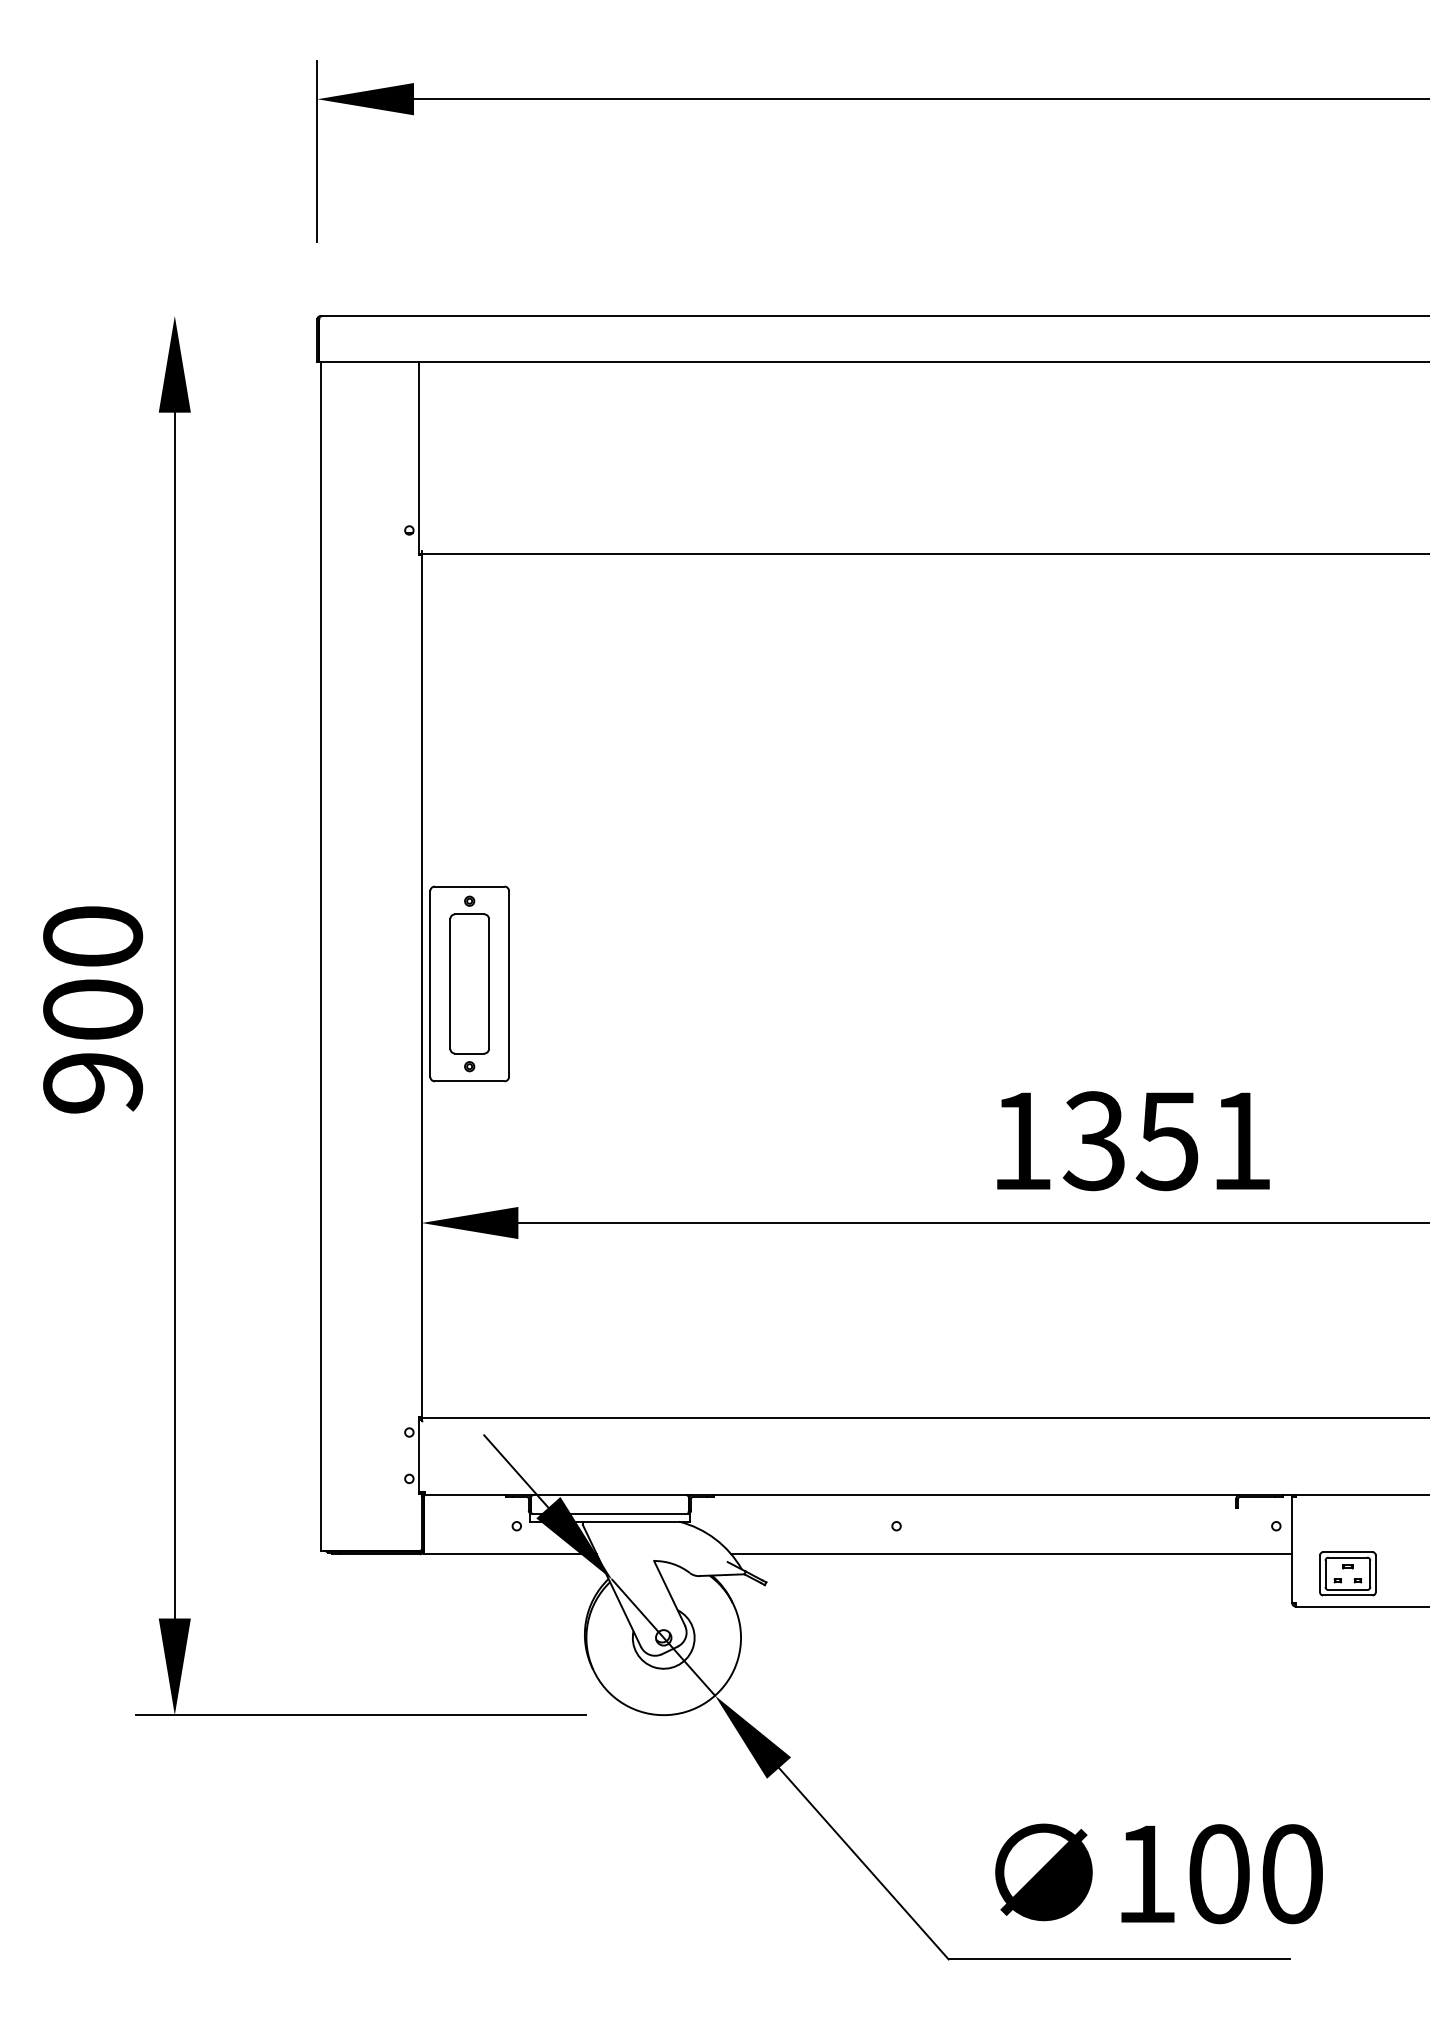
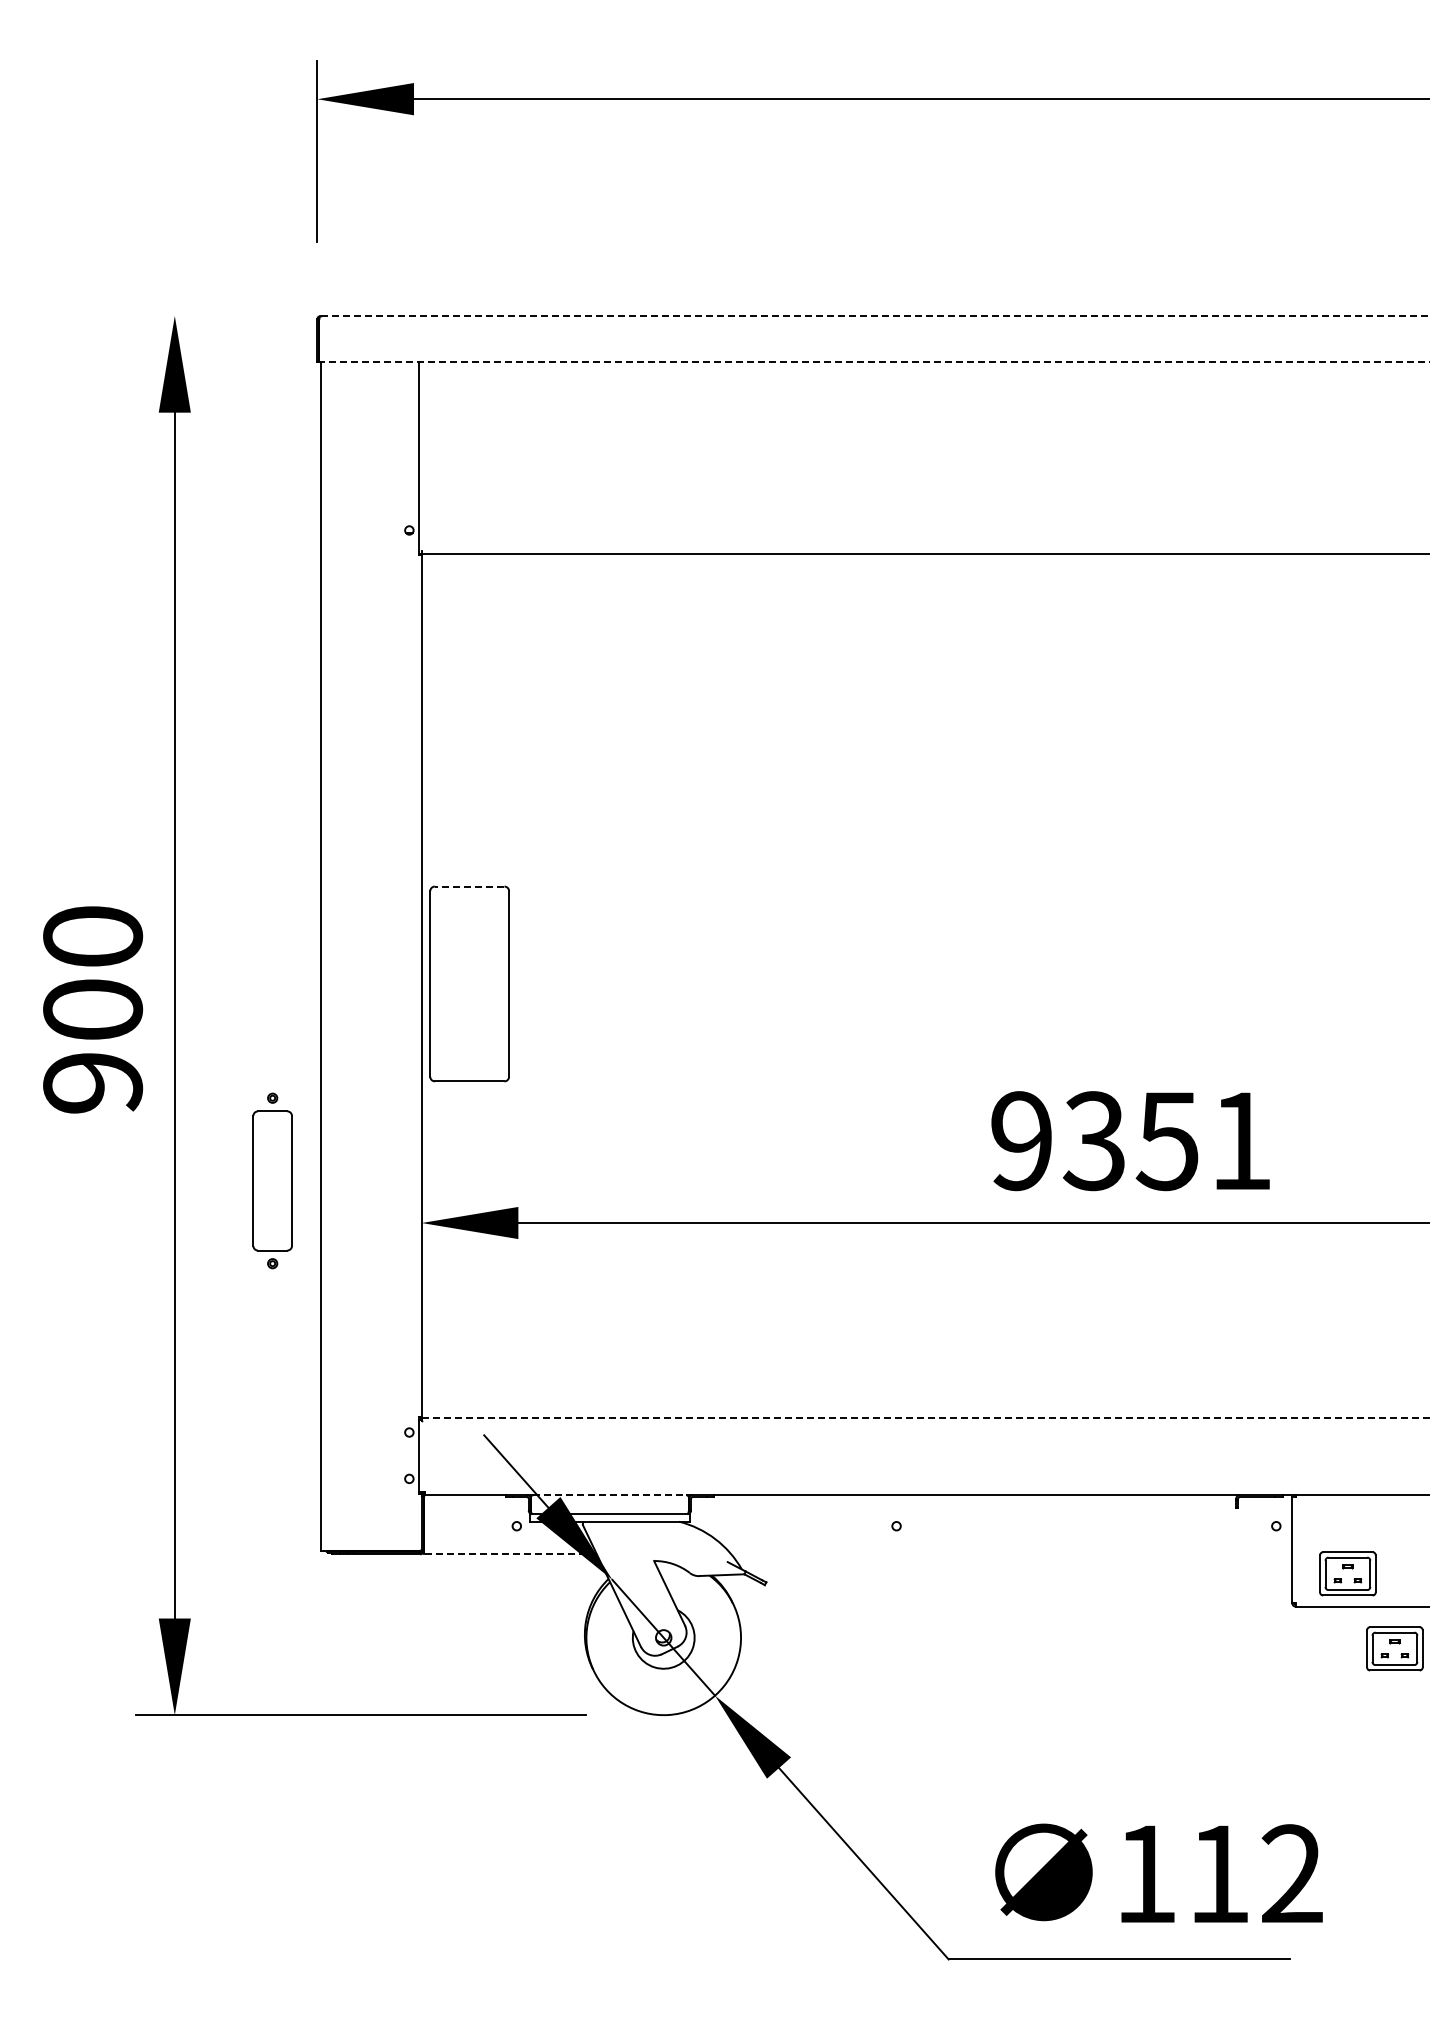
line at (875, 316): solid -> dashed
line at (874, 362): solid -> dashed
line at (469, 886): solid -> dashed
part at (469, 983) position: (469, 983) -> (272, 1180)
text at (1021, 1141): 1351 -> 9351
line at (925, 1417): solid -> dashed
line at (609, 1495): solid -> dashed
line at (510, 1554): solid -> dashed
line at (1011, 1554): present -> none
part at (1394, 1648): none -> present
text at (1255, 1874): 100 -> 112
